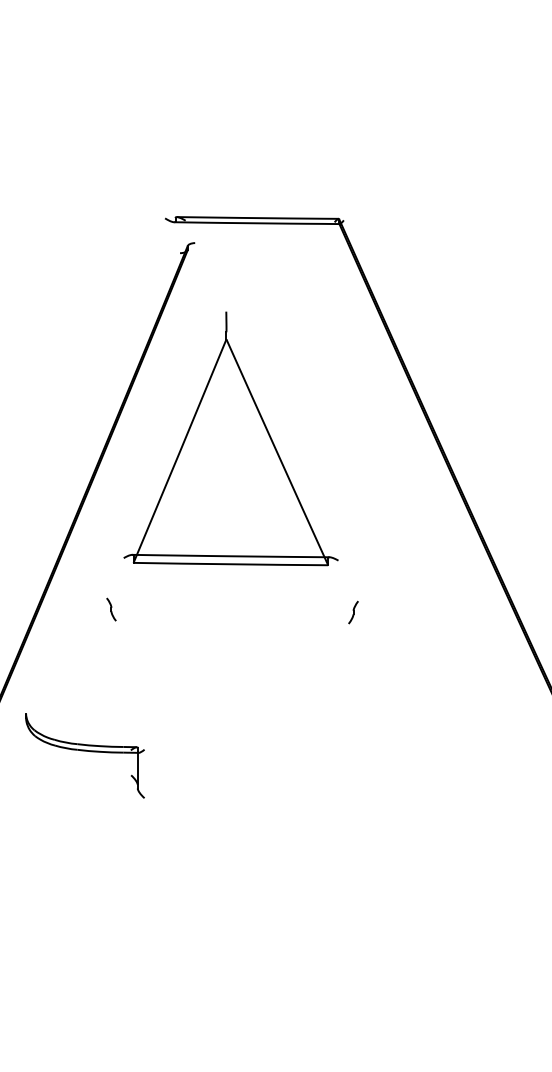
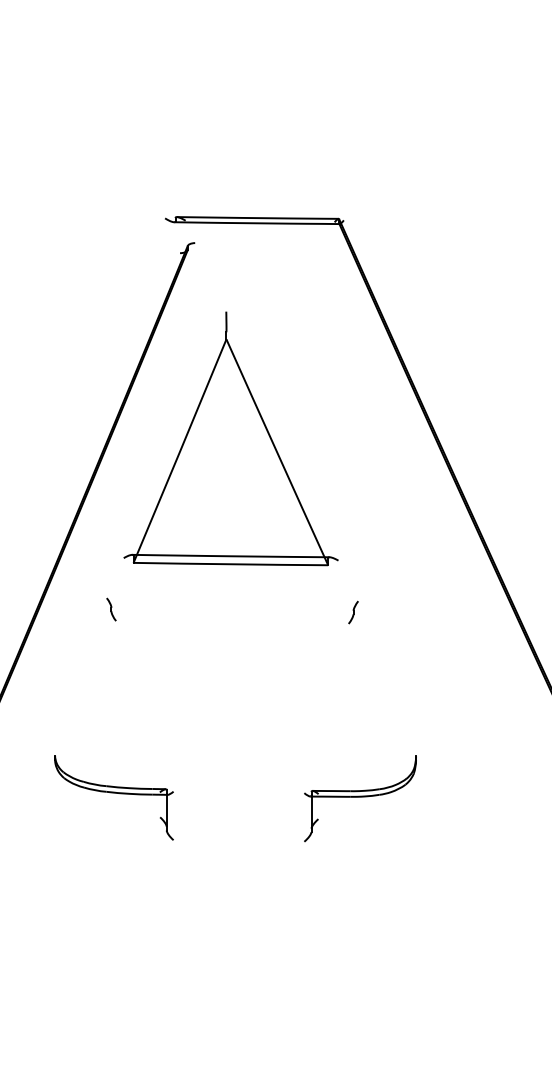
part at (84, 755) position: (84, 755) -> (113, 797)
part at (360, 798): none -> present
